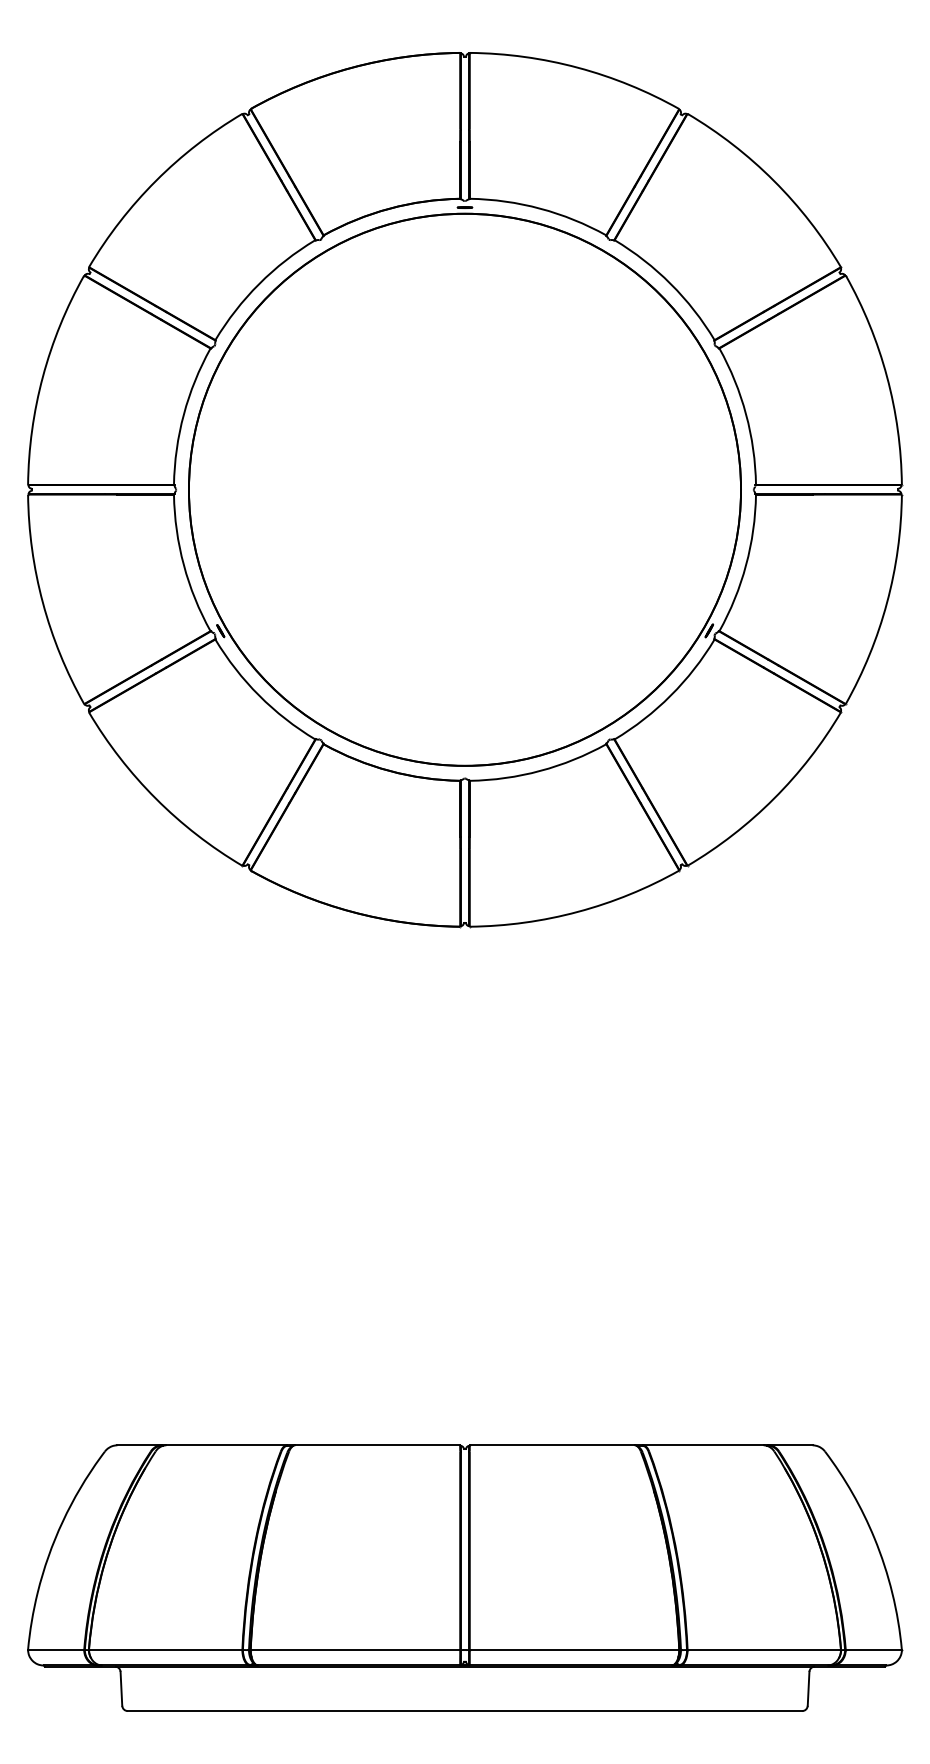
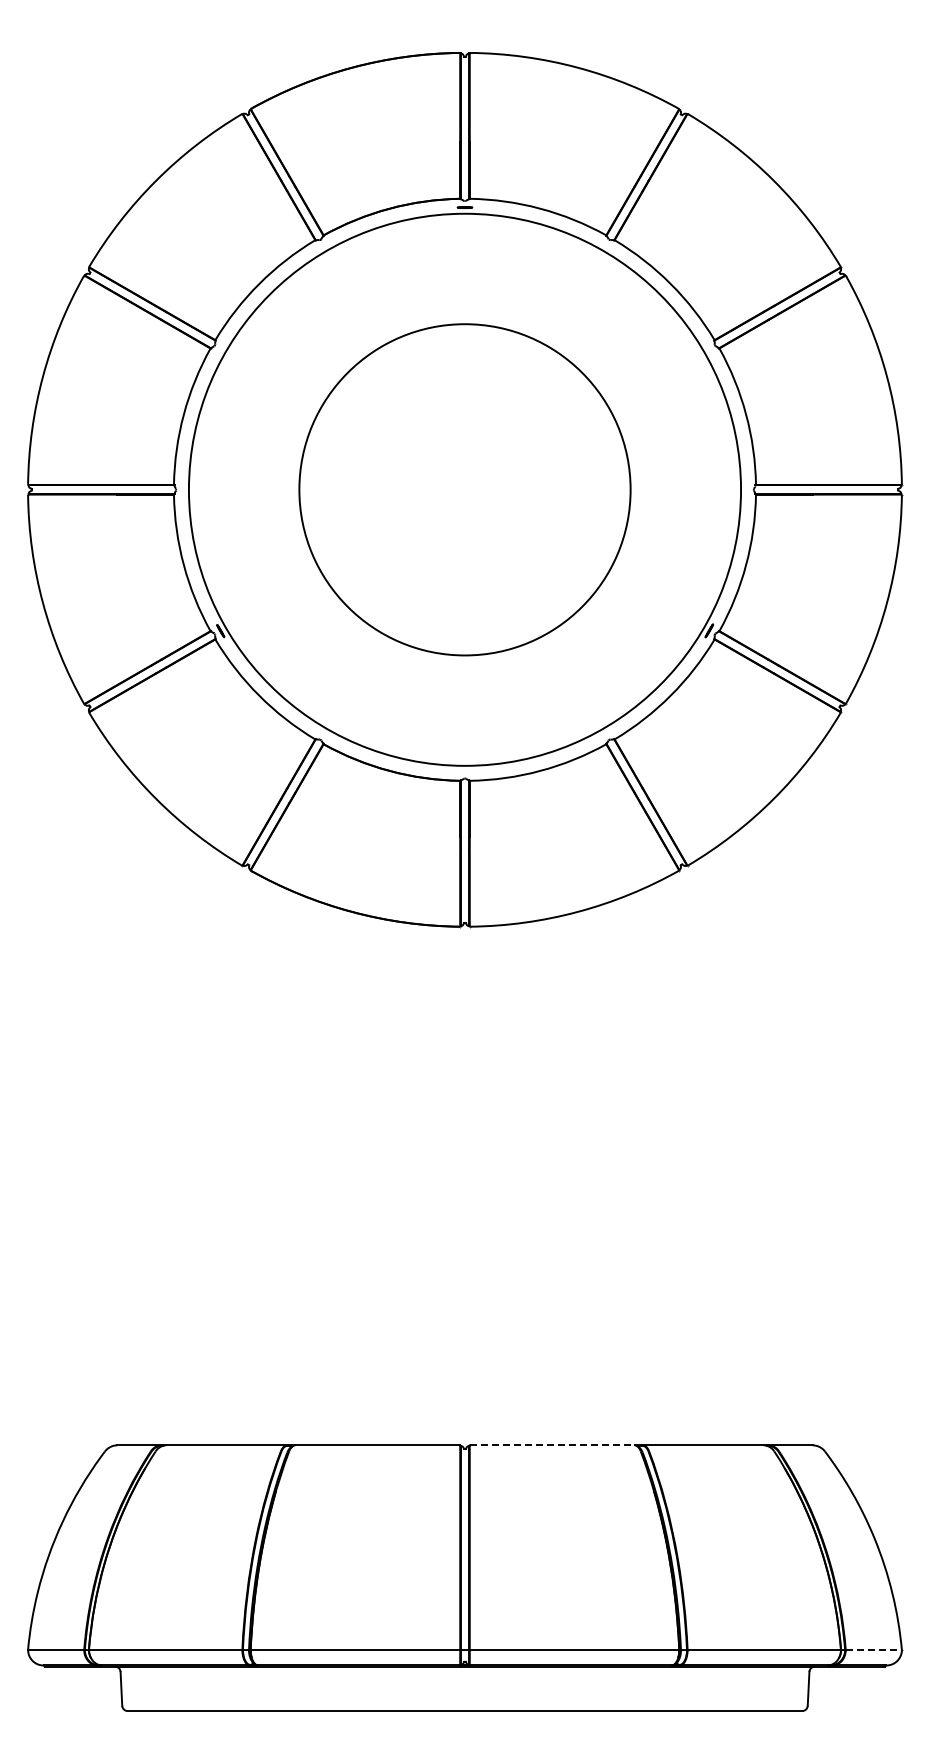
circle at (464, 489) diameter: 552 px -> 331 px
line at (552, 1445): solid -> dashed
line at (874, 1649): solid -> dashed
